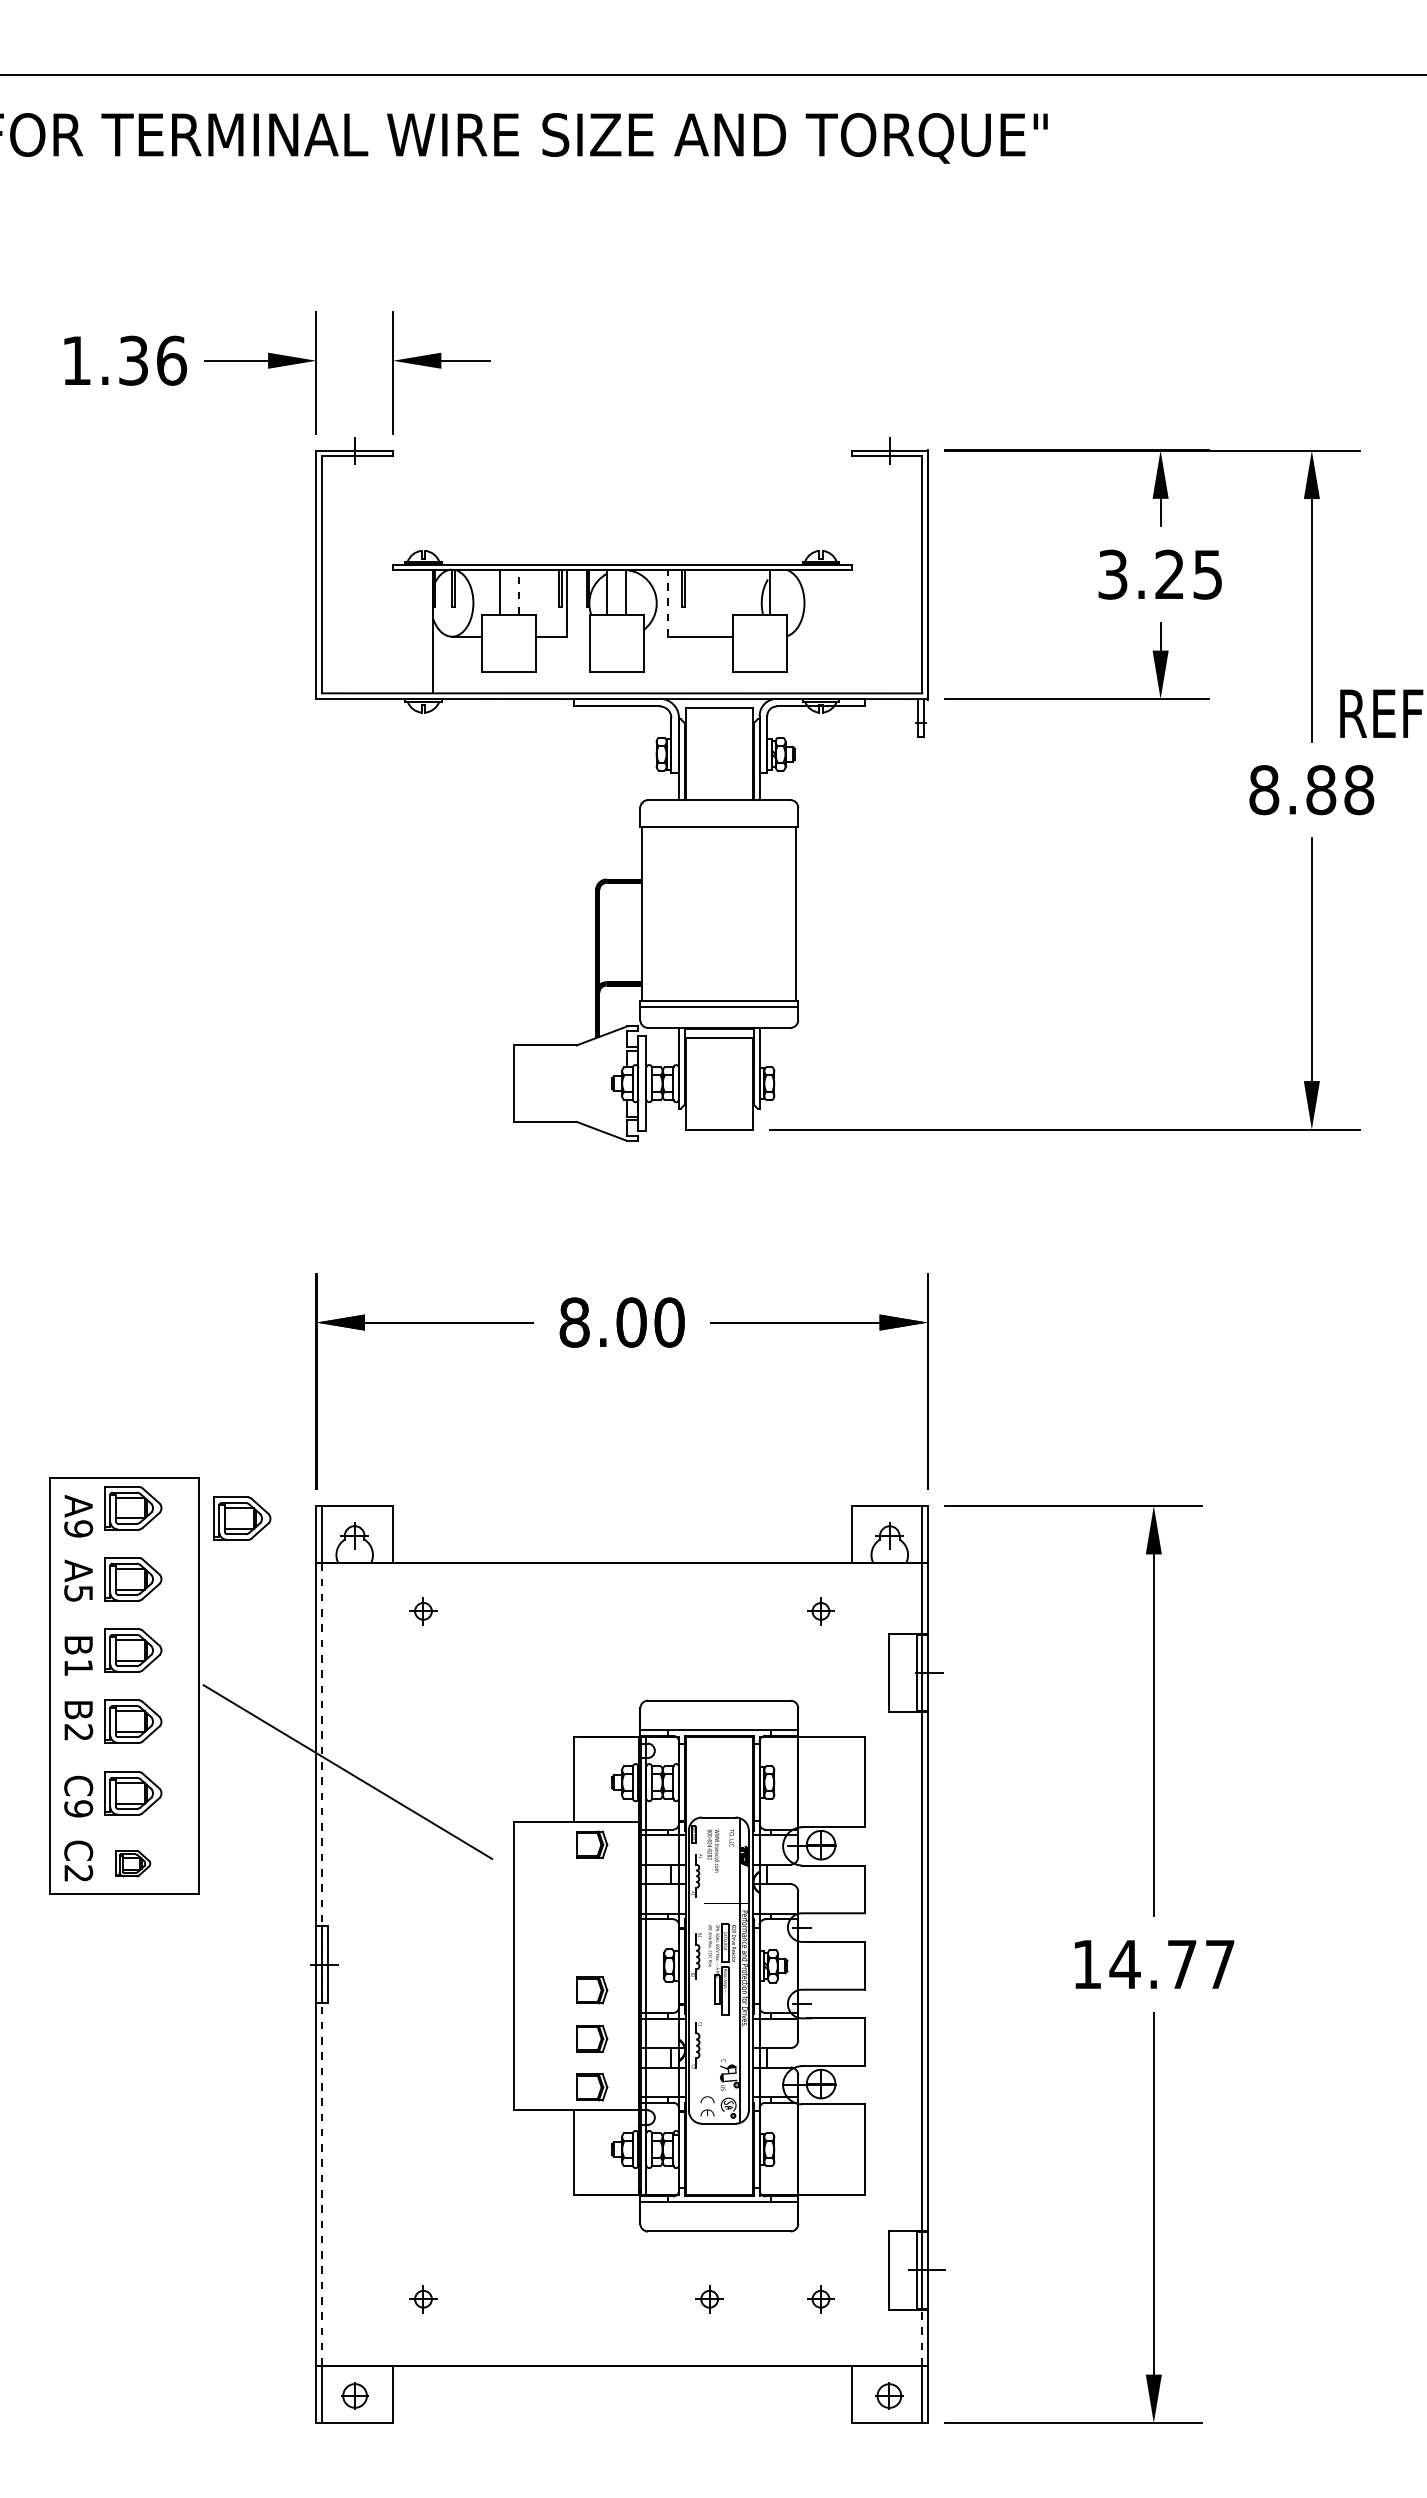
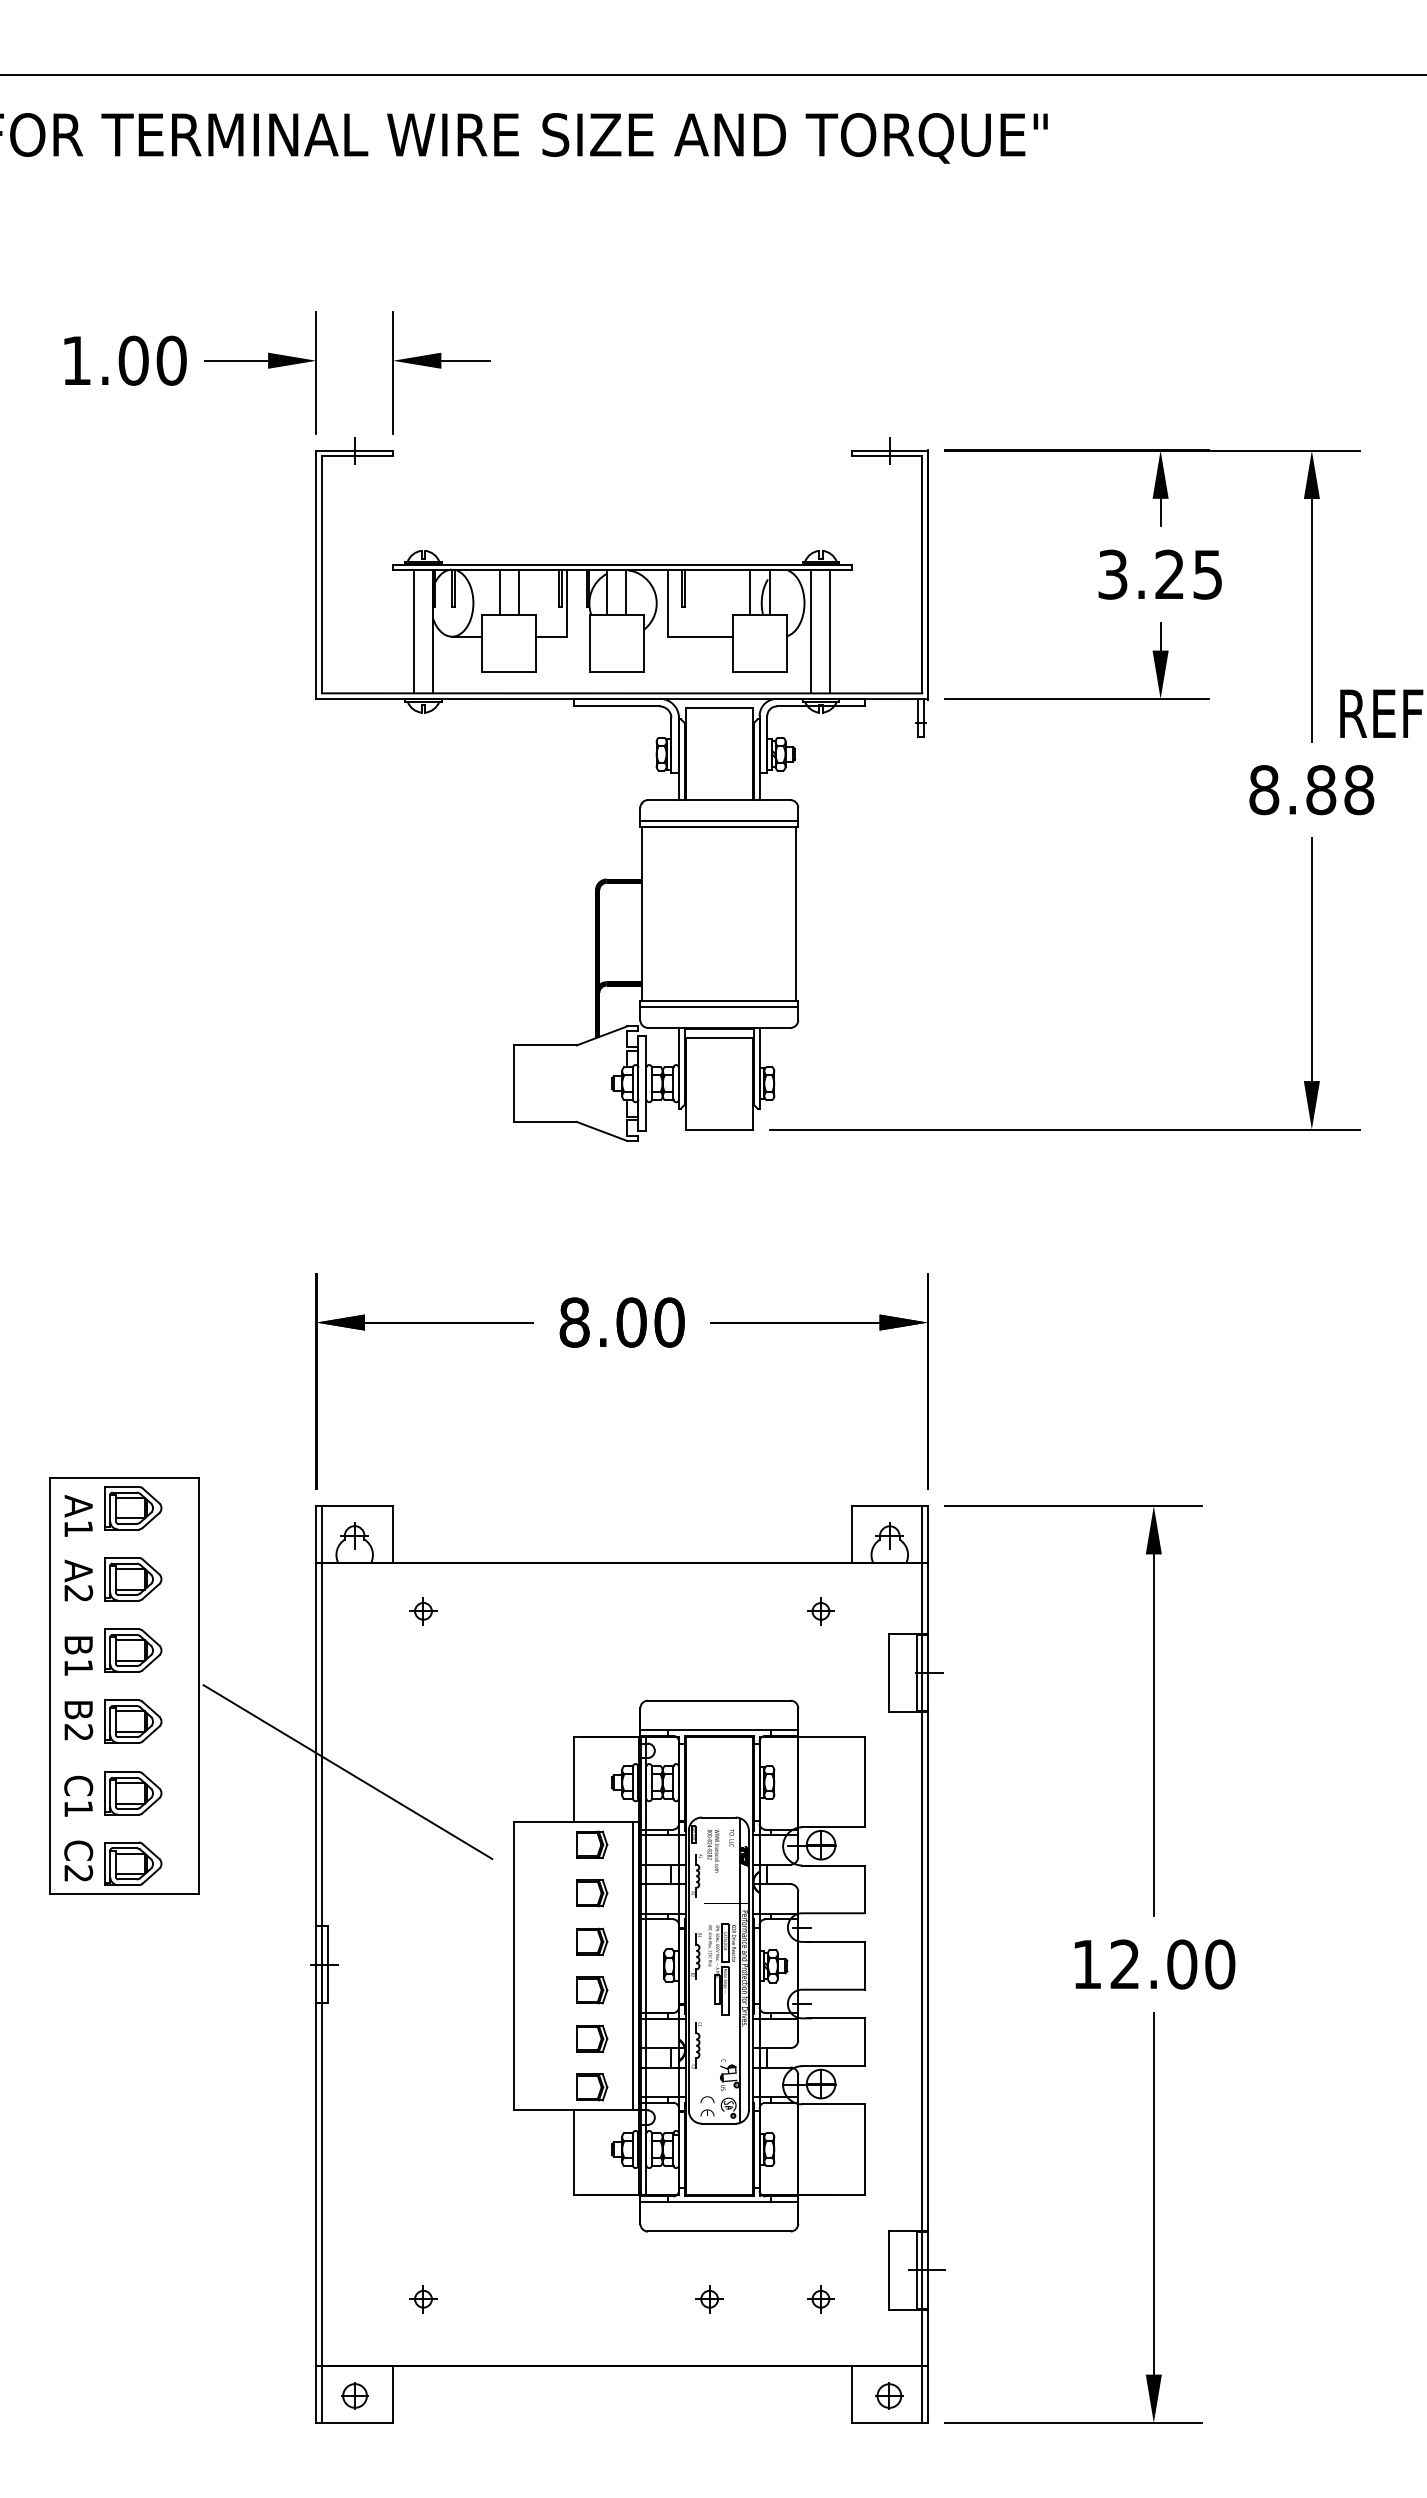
text at (152, 360): 1.36 -> 1.00
line at (750, 591): none -> present
line at (518, 592): dashed -> solid
line at (667, 603): dashed -> solid
line at (413, 631): none -> present
line at (811, 631): none -> present
line at (830, 631): none -> present
line at (719, 821): none -> present
part at (242, 1518): present -> none
text at (78, 1528): A9 -> A1
text at (78, 1593): A5 -> A2
text at (78, 1808): C9 -> C1
part at (133, 1863) size: 37x28 px -> 59x45 px
part at (592, 1893): none -> present
part at (592, 1941): none -> present
line at (322, 1964): dashed -> solid
text at (1172, 1964): 14.77 -> 12.00
line at (632, 1965): none -> present
line at (922, 2337): dashed -> solid
